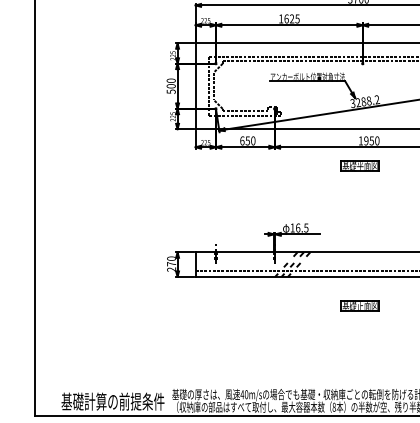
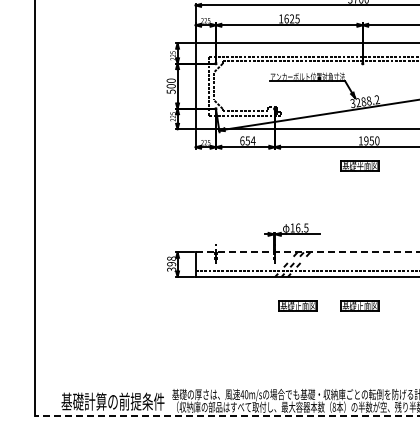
text at (252, 140): 650 -> 654
line at (307, 252): solid -> dashed
text at (171, 263): 270 -> 398
part at (297, 305): none -> present
line at (226, 416): solid -> dashed
